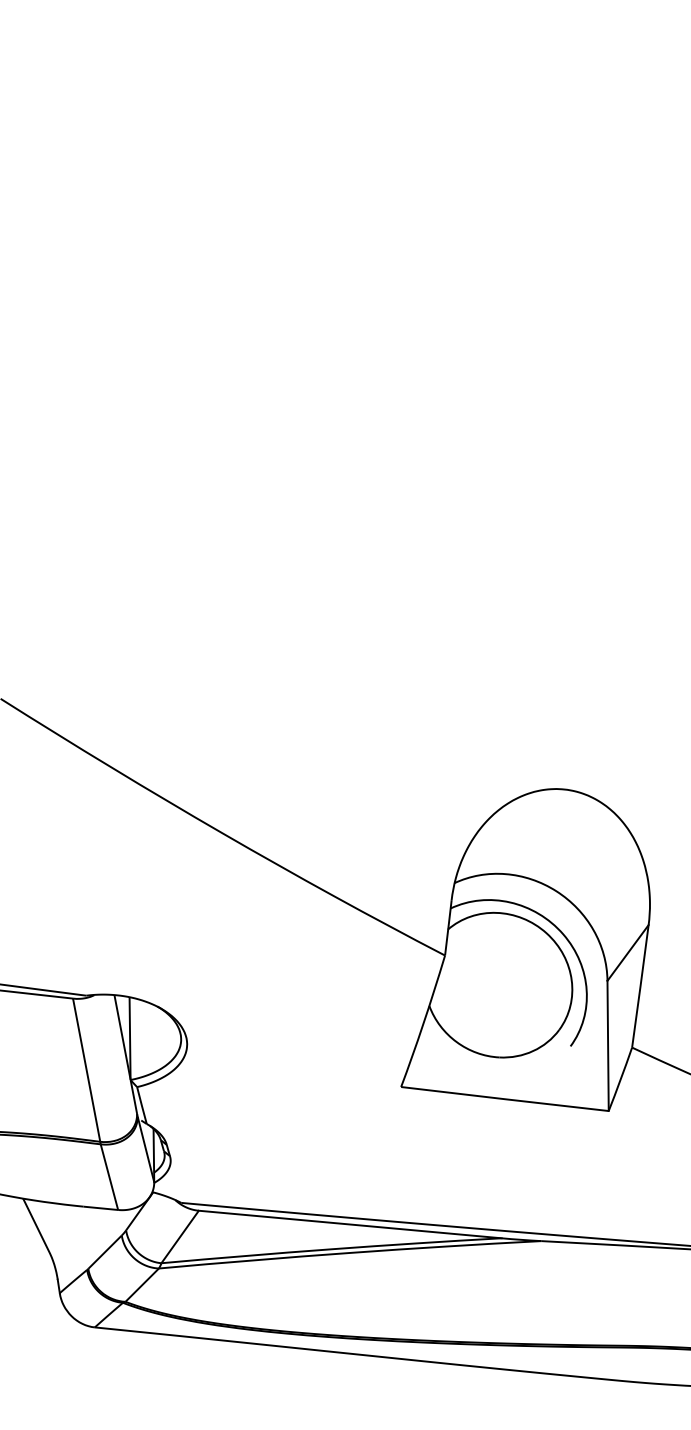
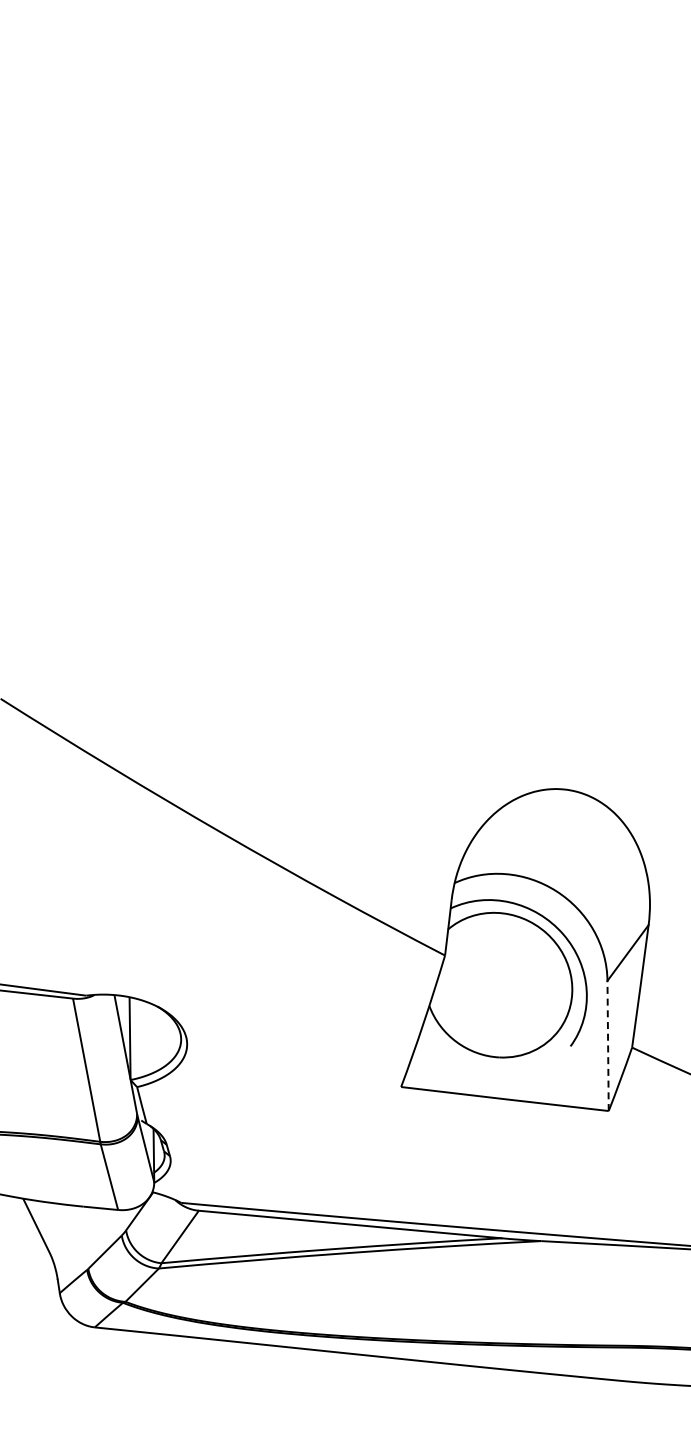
line at (608, 1045): solid -> dashed
